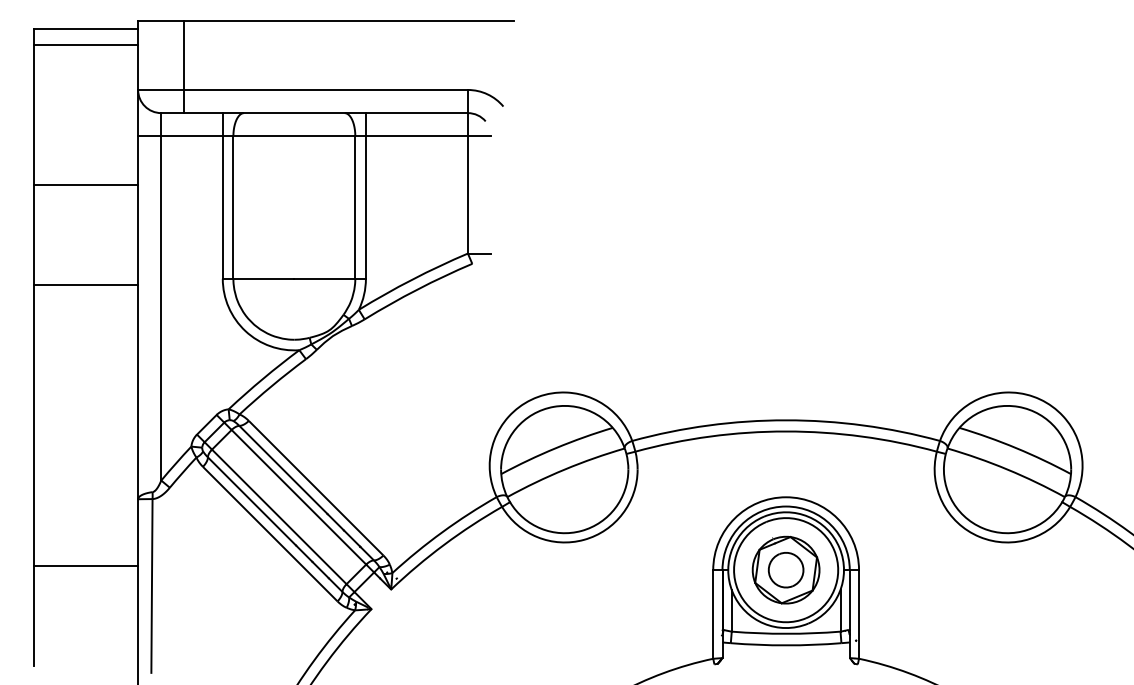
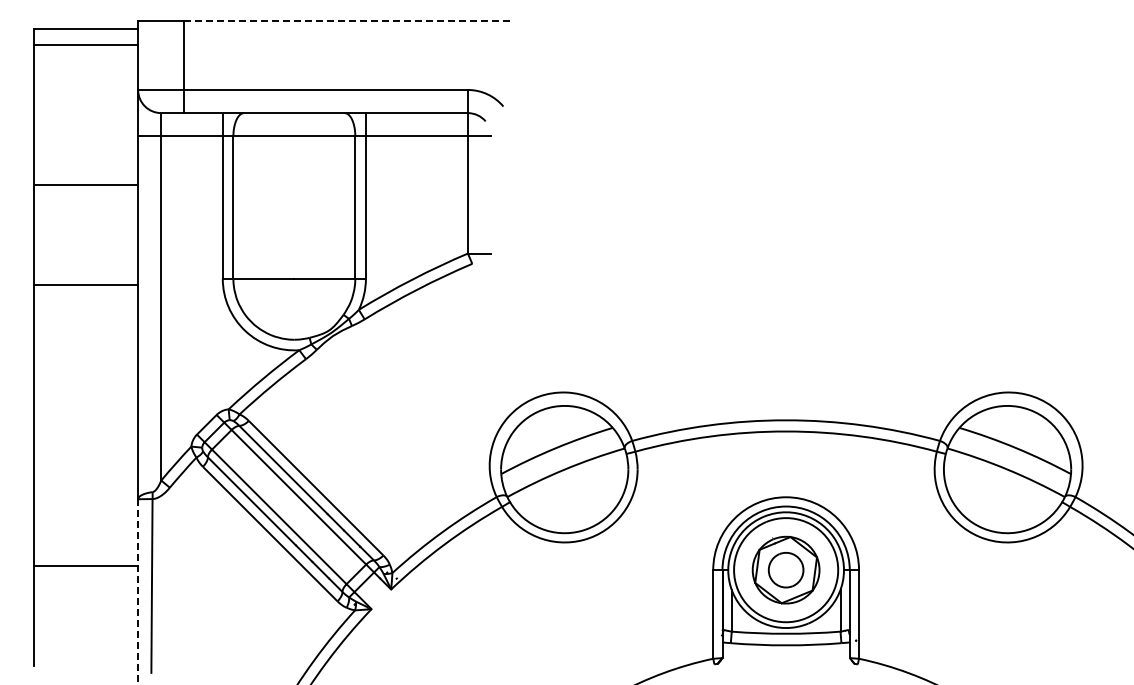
line at (349, 20): solid -> dashed
line at (138, 591): solid -> dashed
